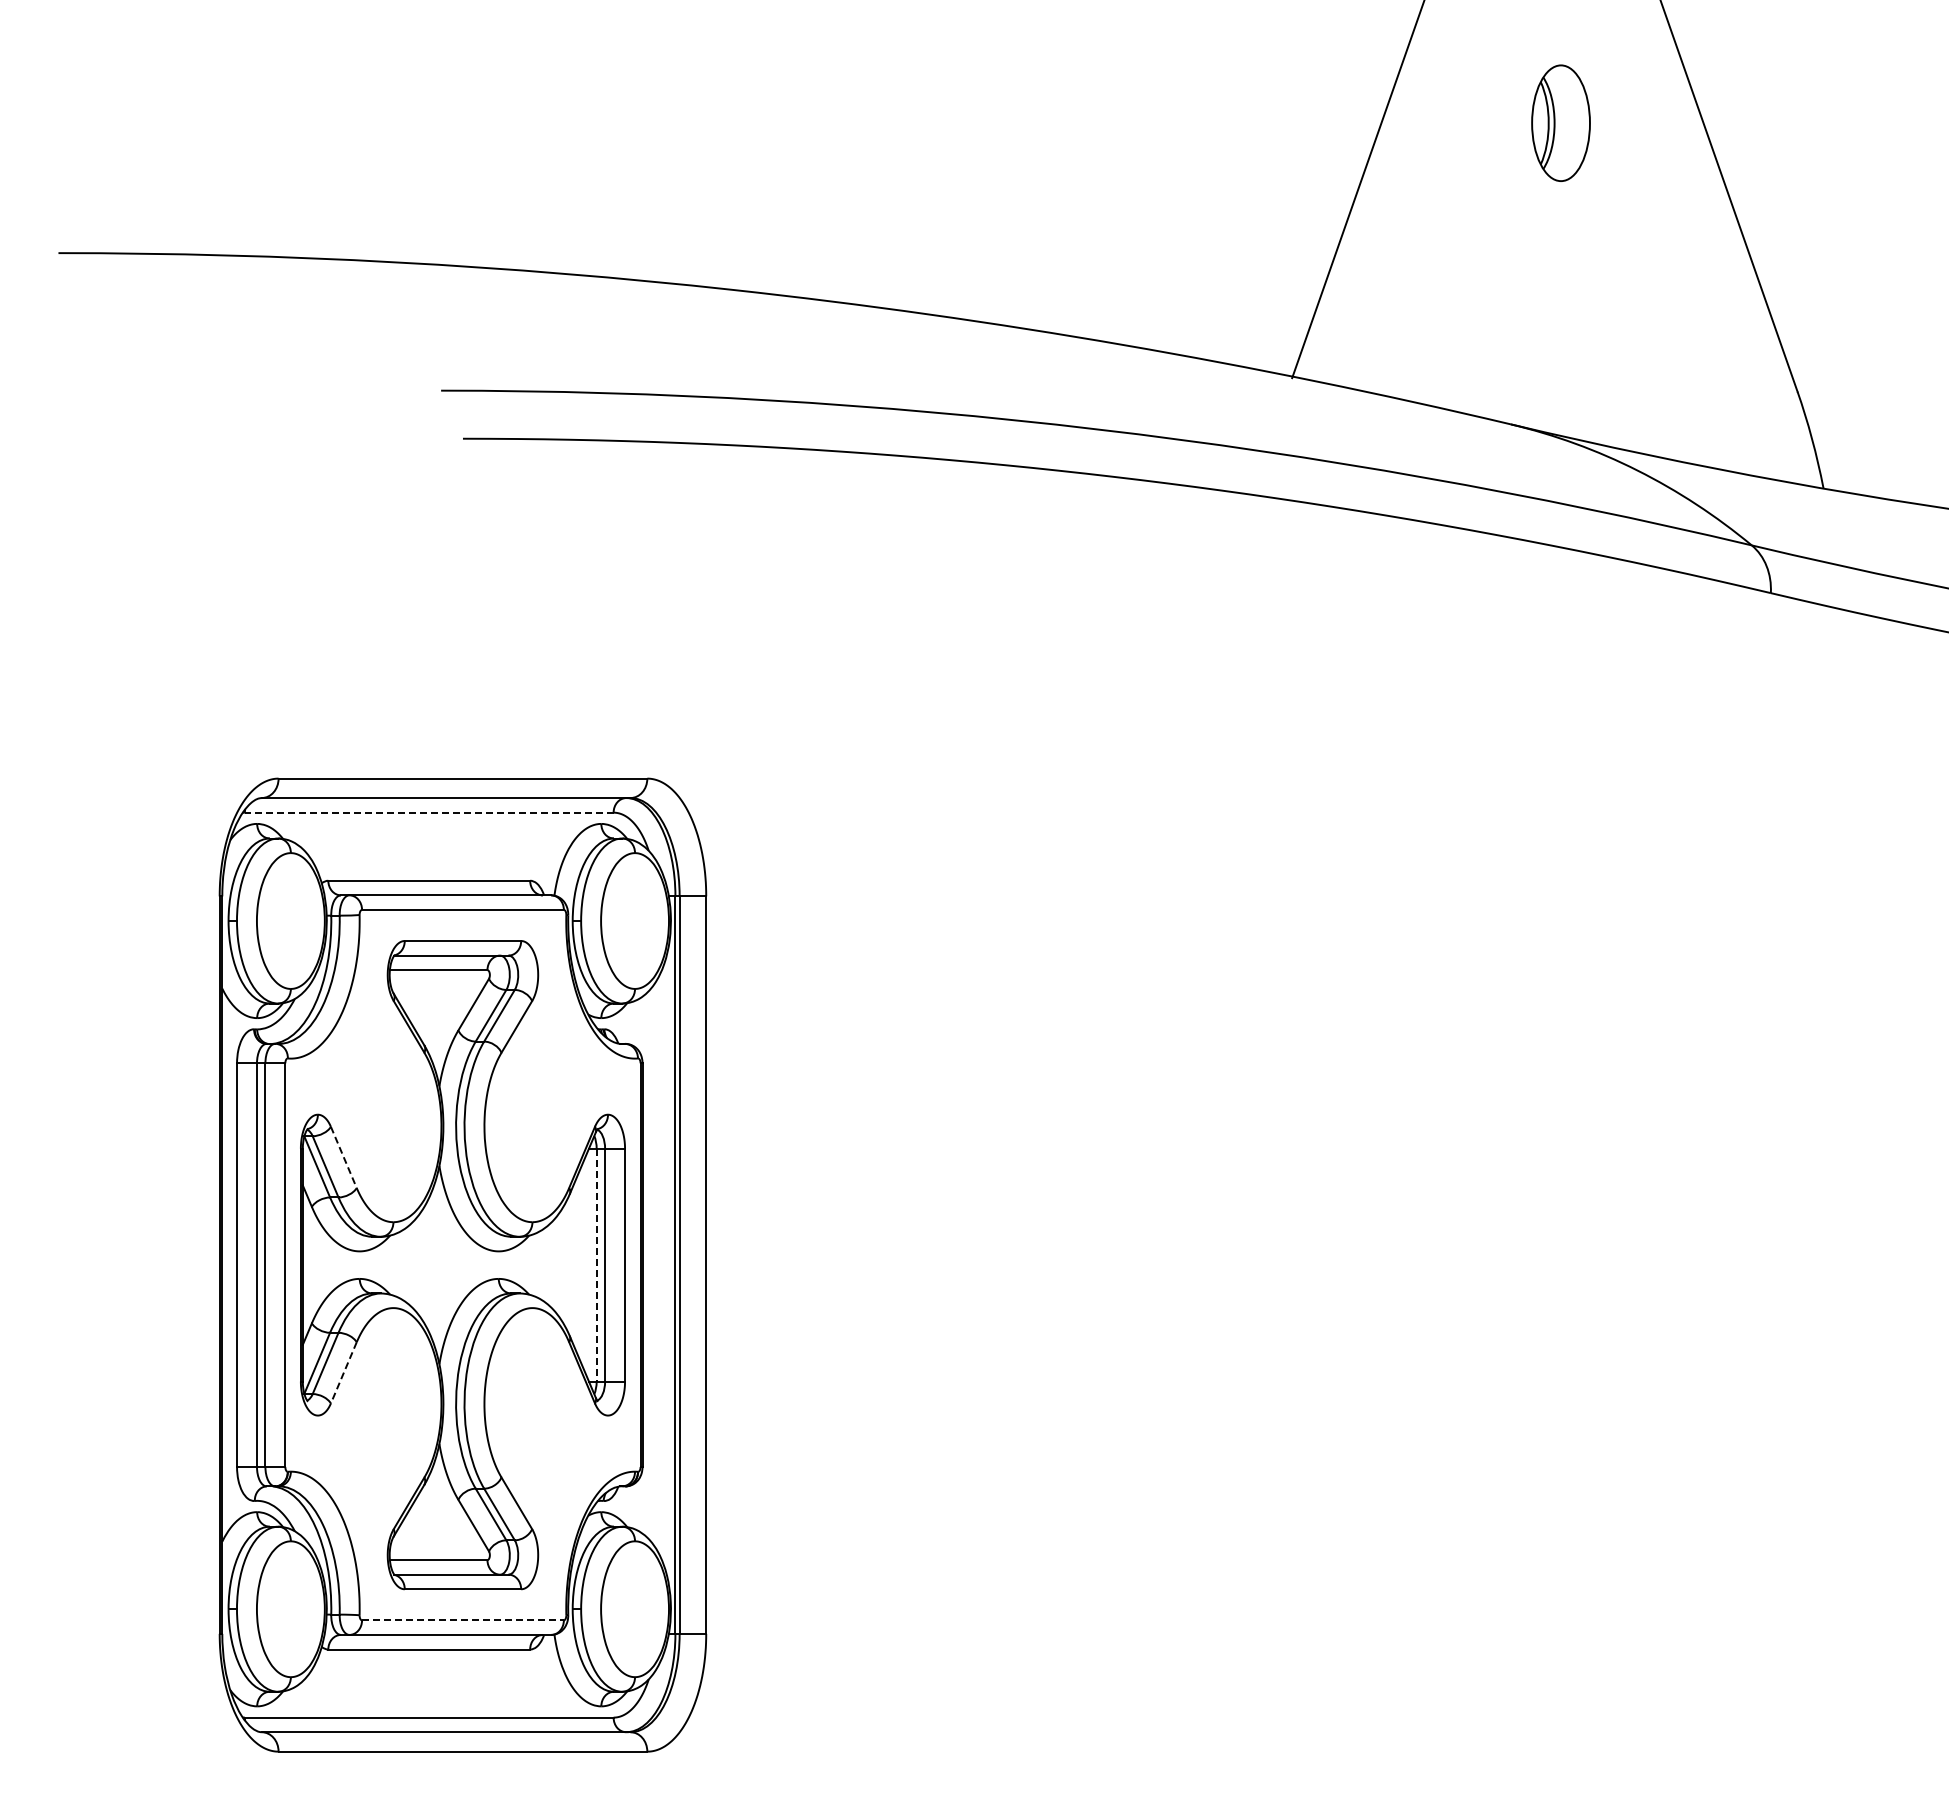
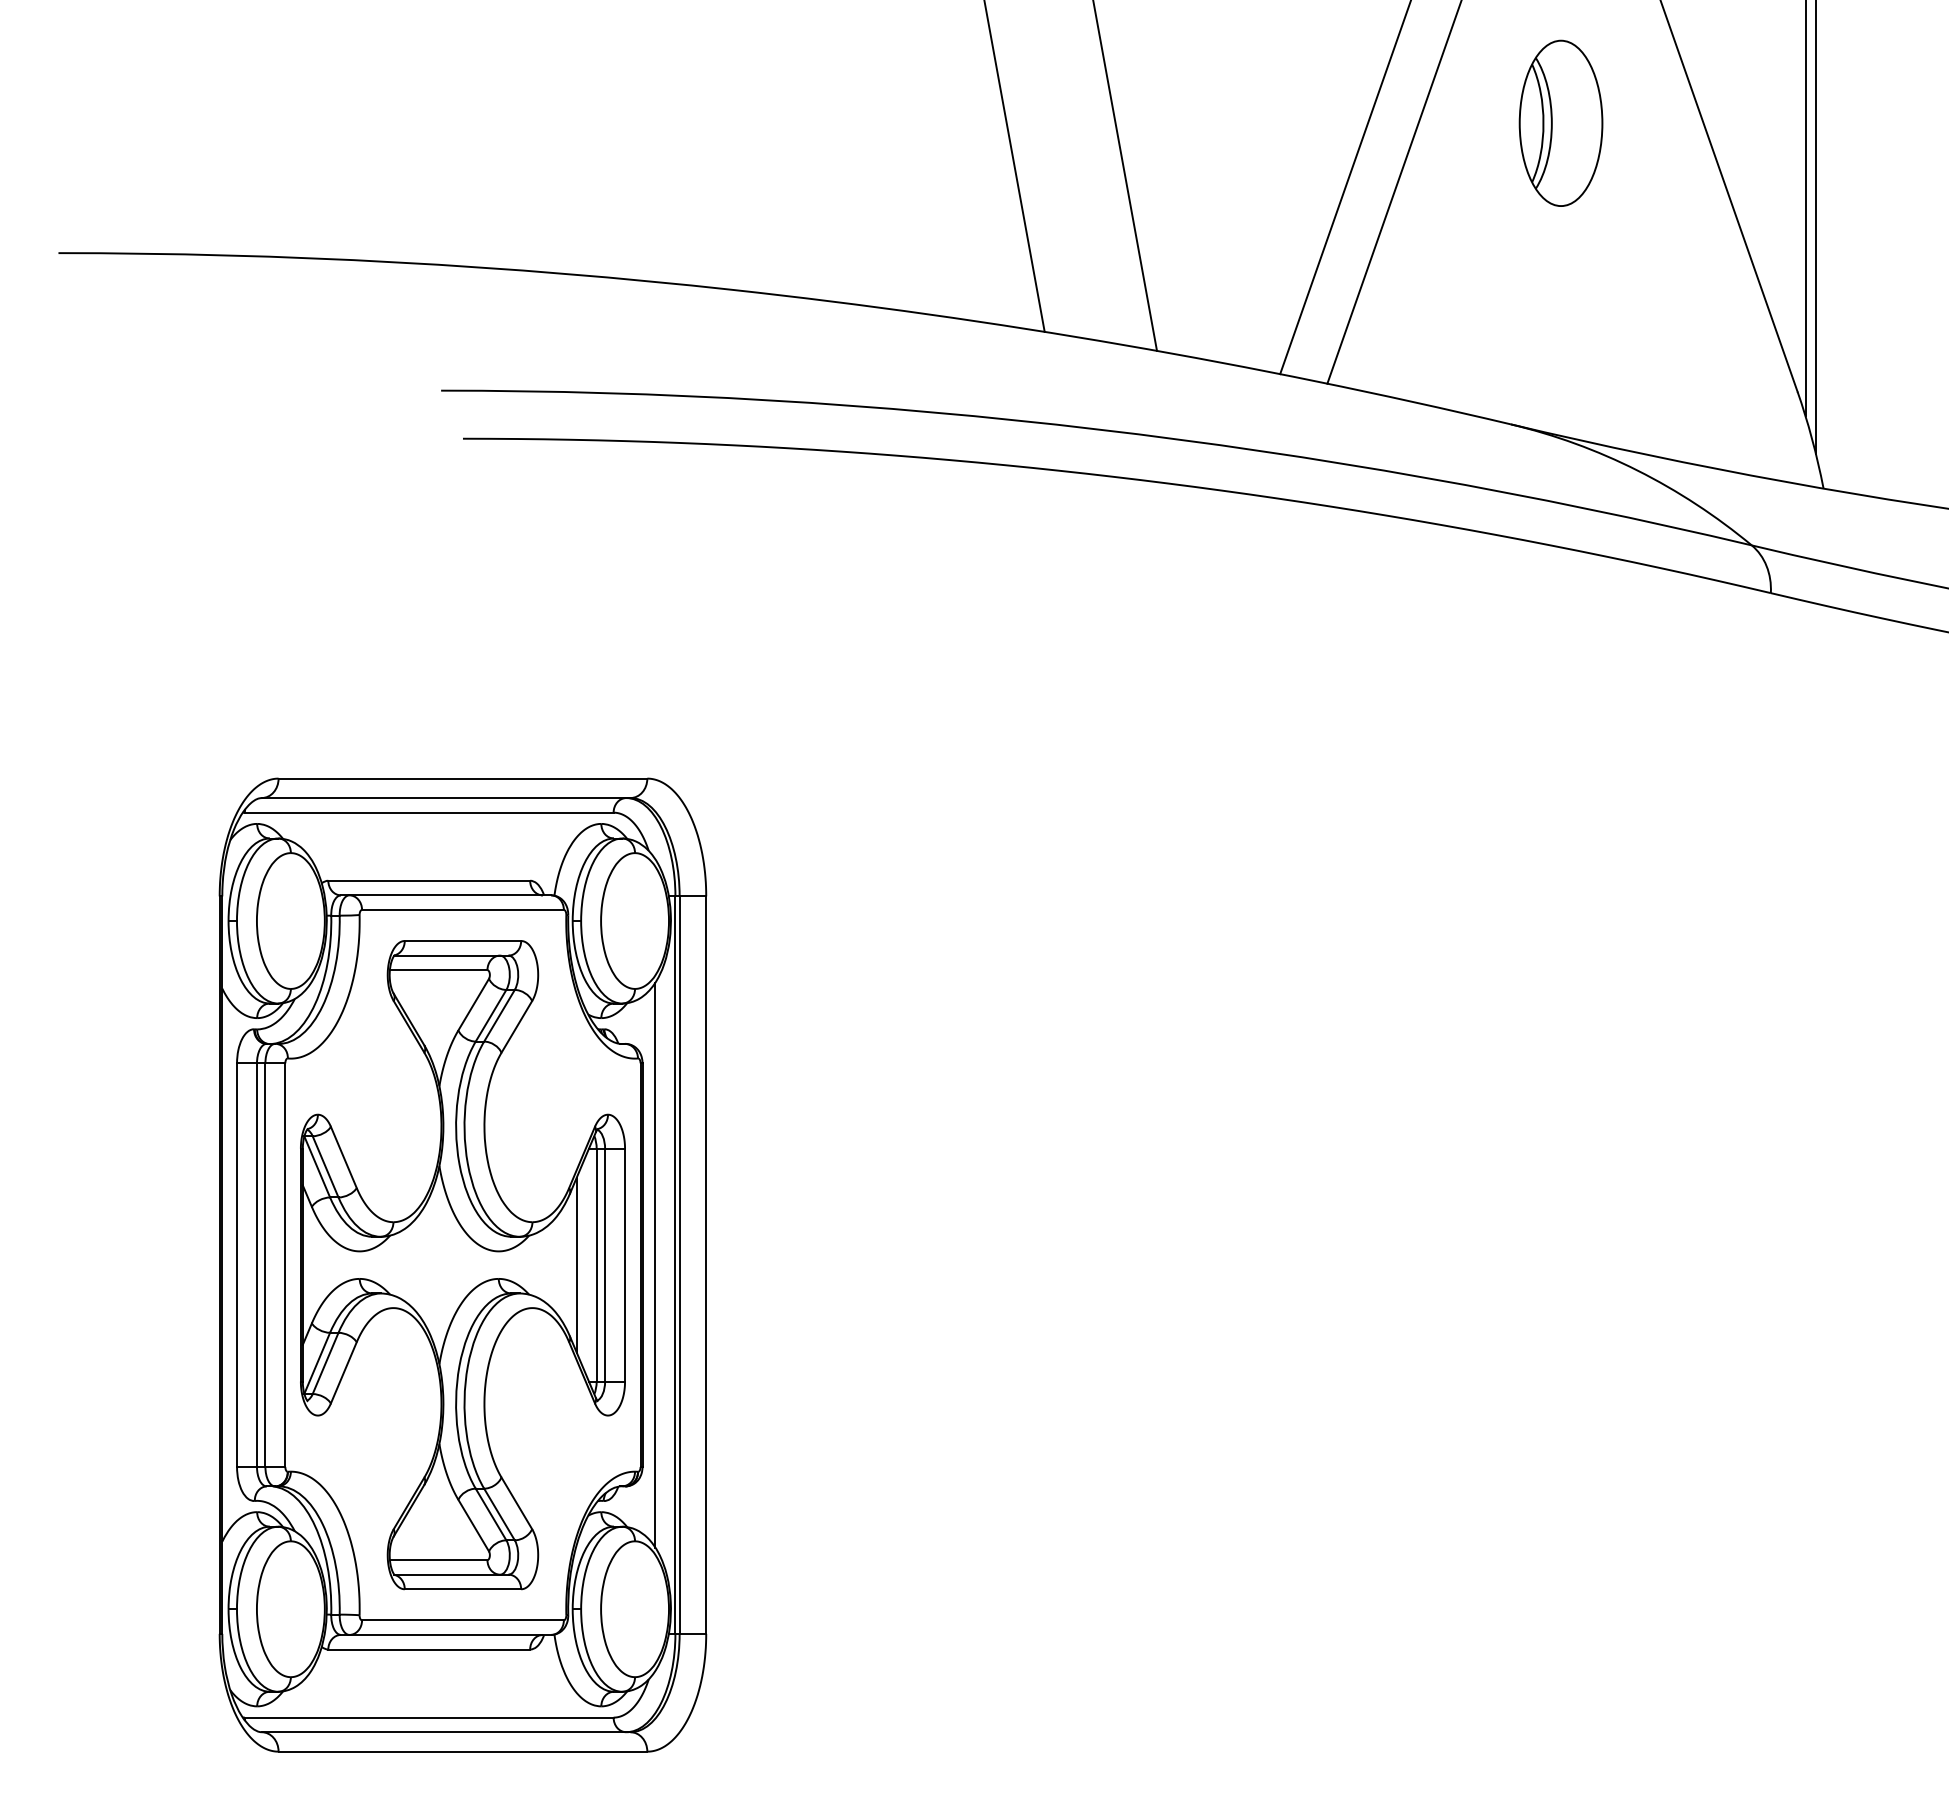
part at (1560, 122) size: 60x118 px -> 86x168 px
line at (1014, 166): none -> present
line at (1125, 176): none -> present
line at (1357, 190) position: (1357, 190) -> (1345, 188)
line at (1393, 192): none -> present
line at (1805, 209): none -> present
line at (1815, 227): none -> present
line at (428, 812): dashed -> solid
line at (344, 1157): dashed -> solid
line at (576, 1264): none -> present
line at (655, 1264): none -> present
line at (596, 1265): dashed -> solid
line at (343, 1373): dashed -> solid
line at (462, 1620): dashed -> solid
